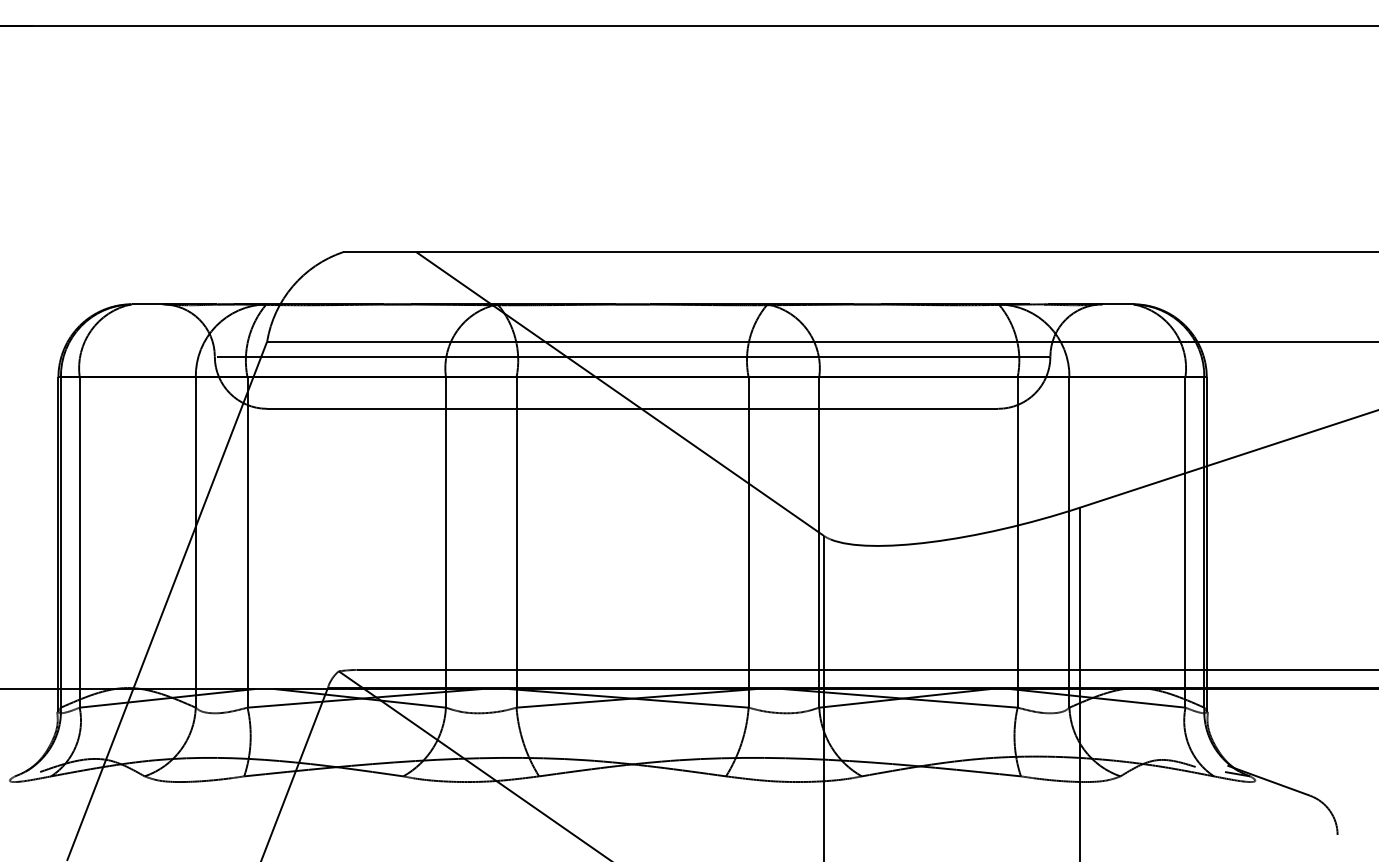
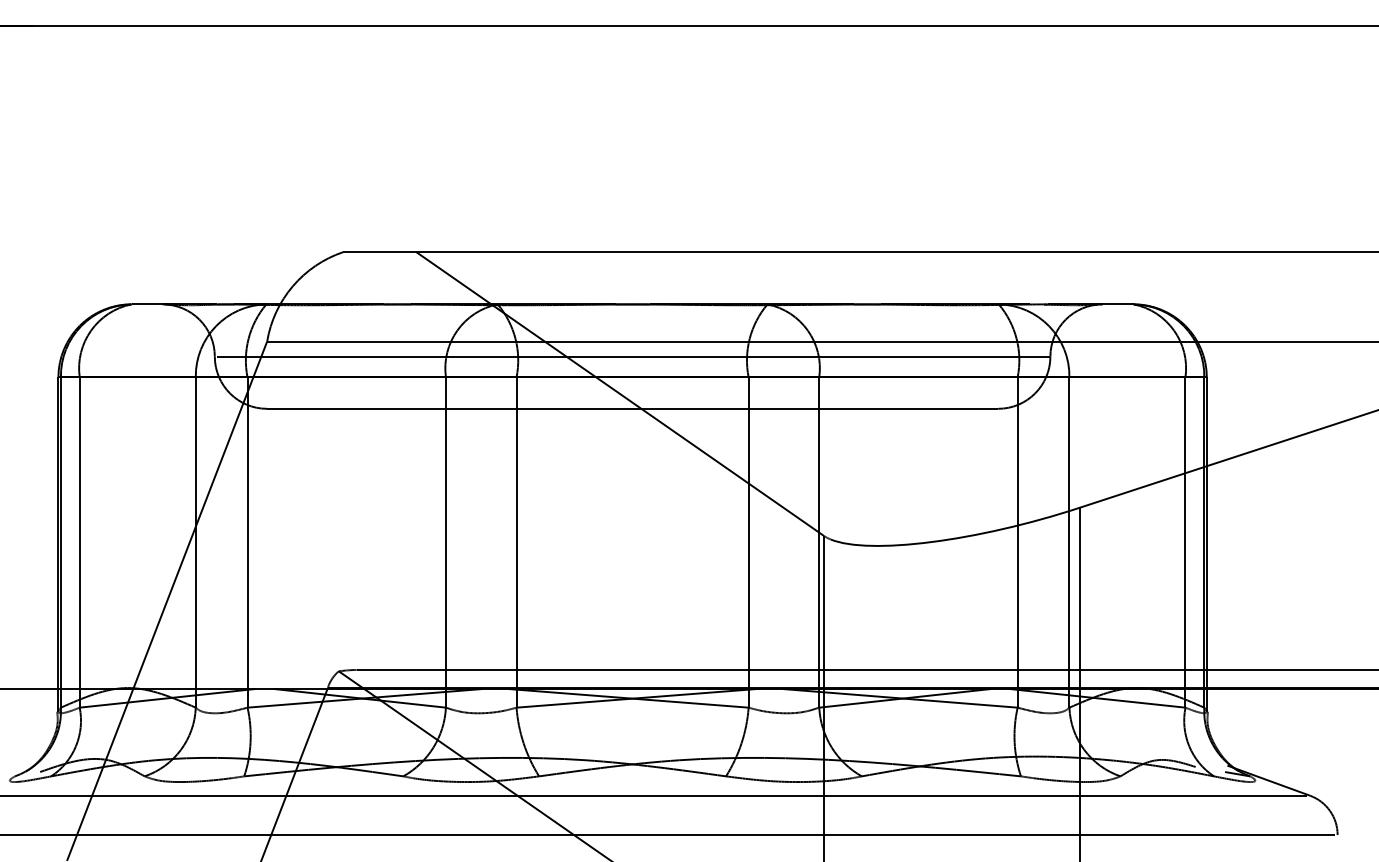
line at (654, 795): none -> present
line at (668, 834): none -> present
